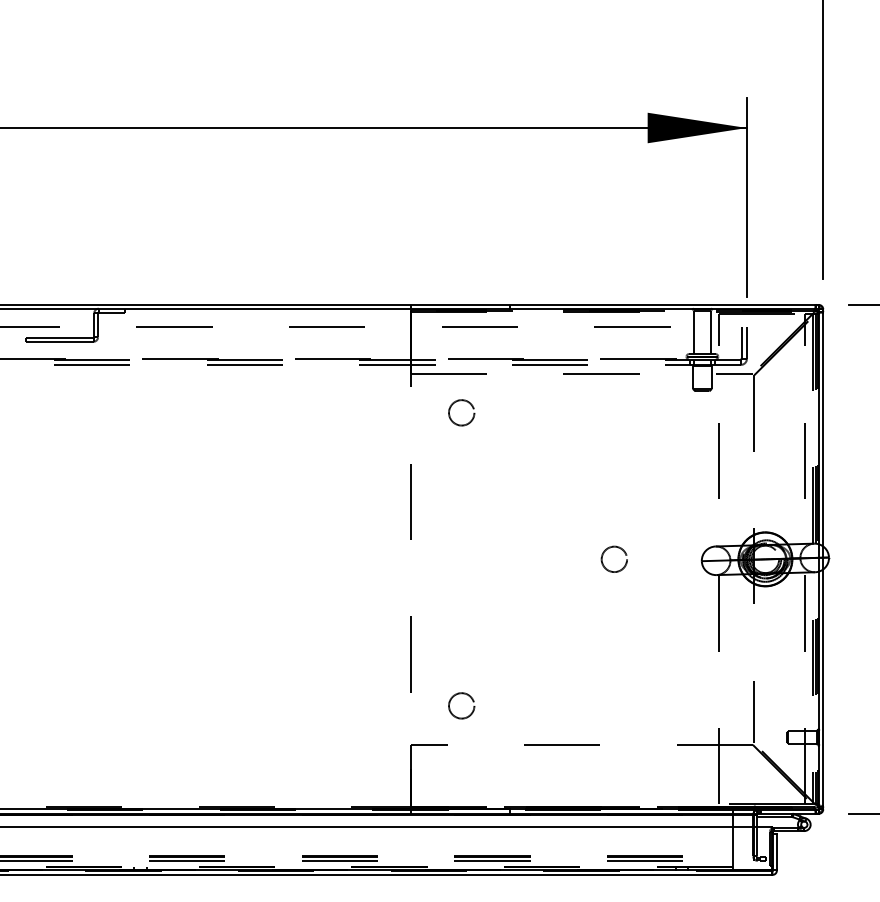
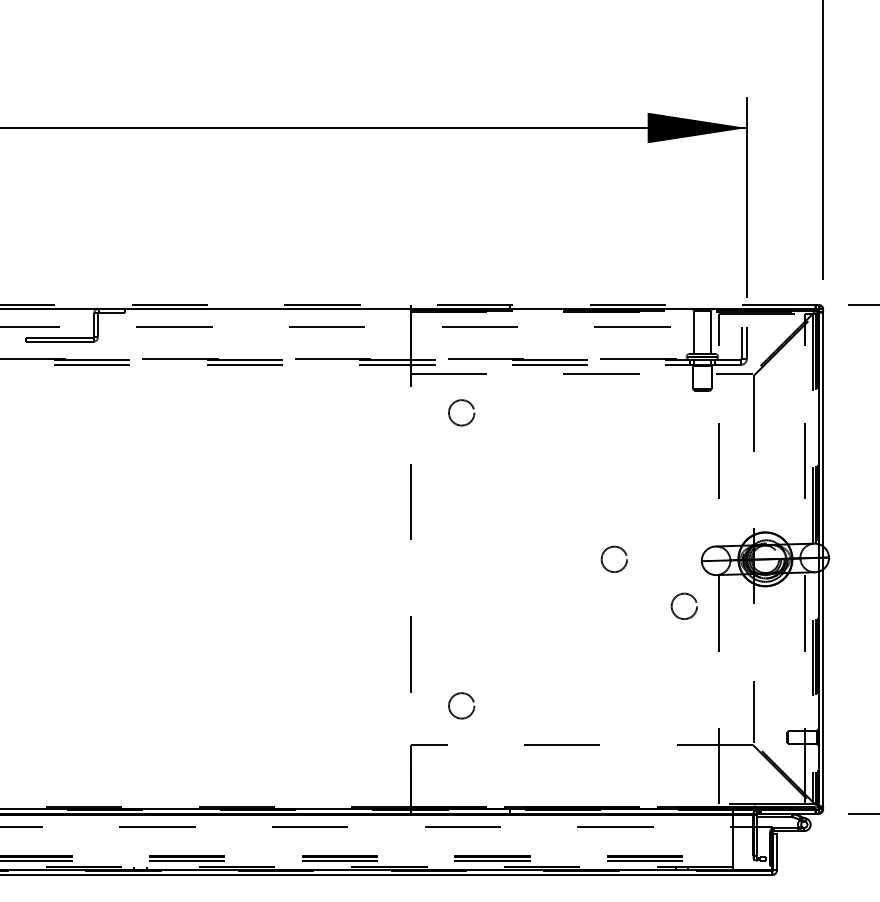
line at (409, 304): solid -> dashed
circle at (683, 605): none -> present
line at (386, 827): solid -> dashed
